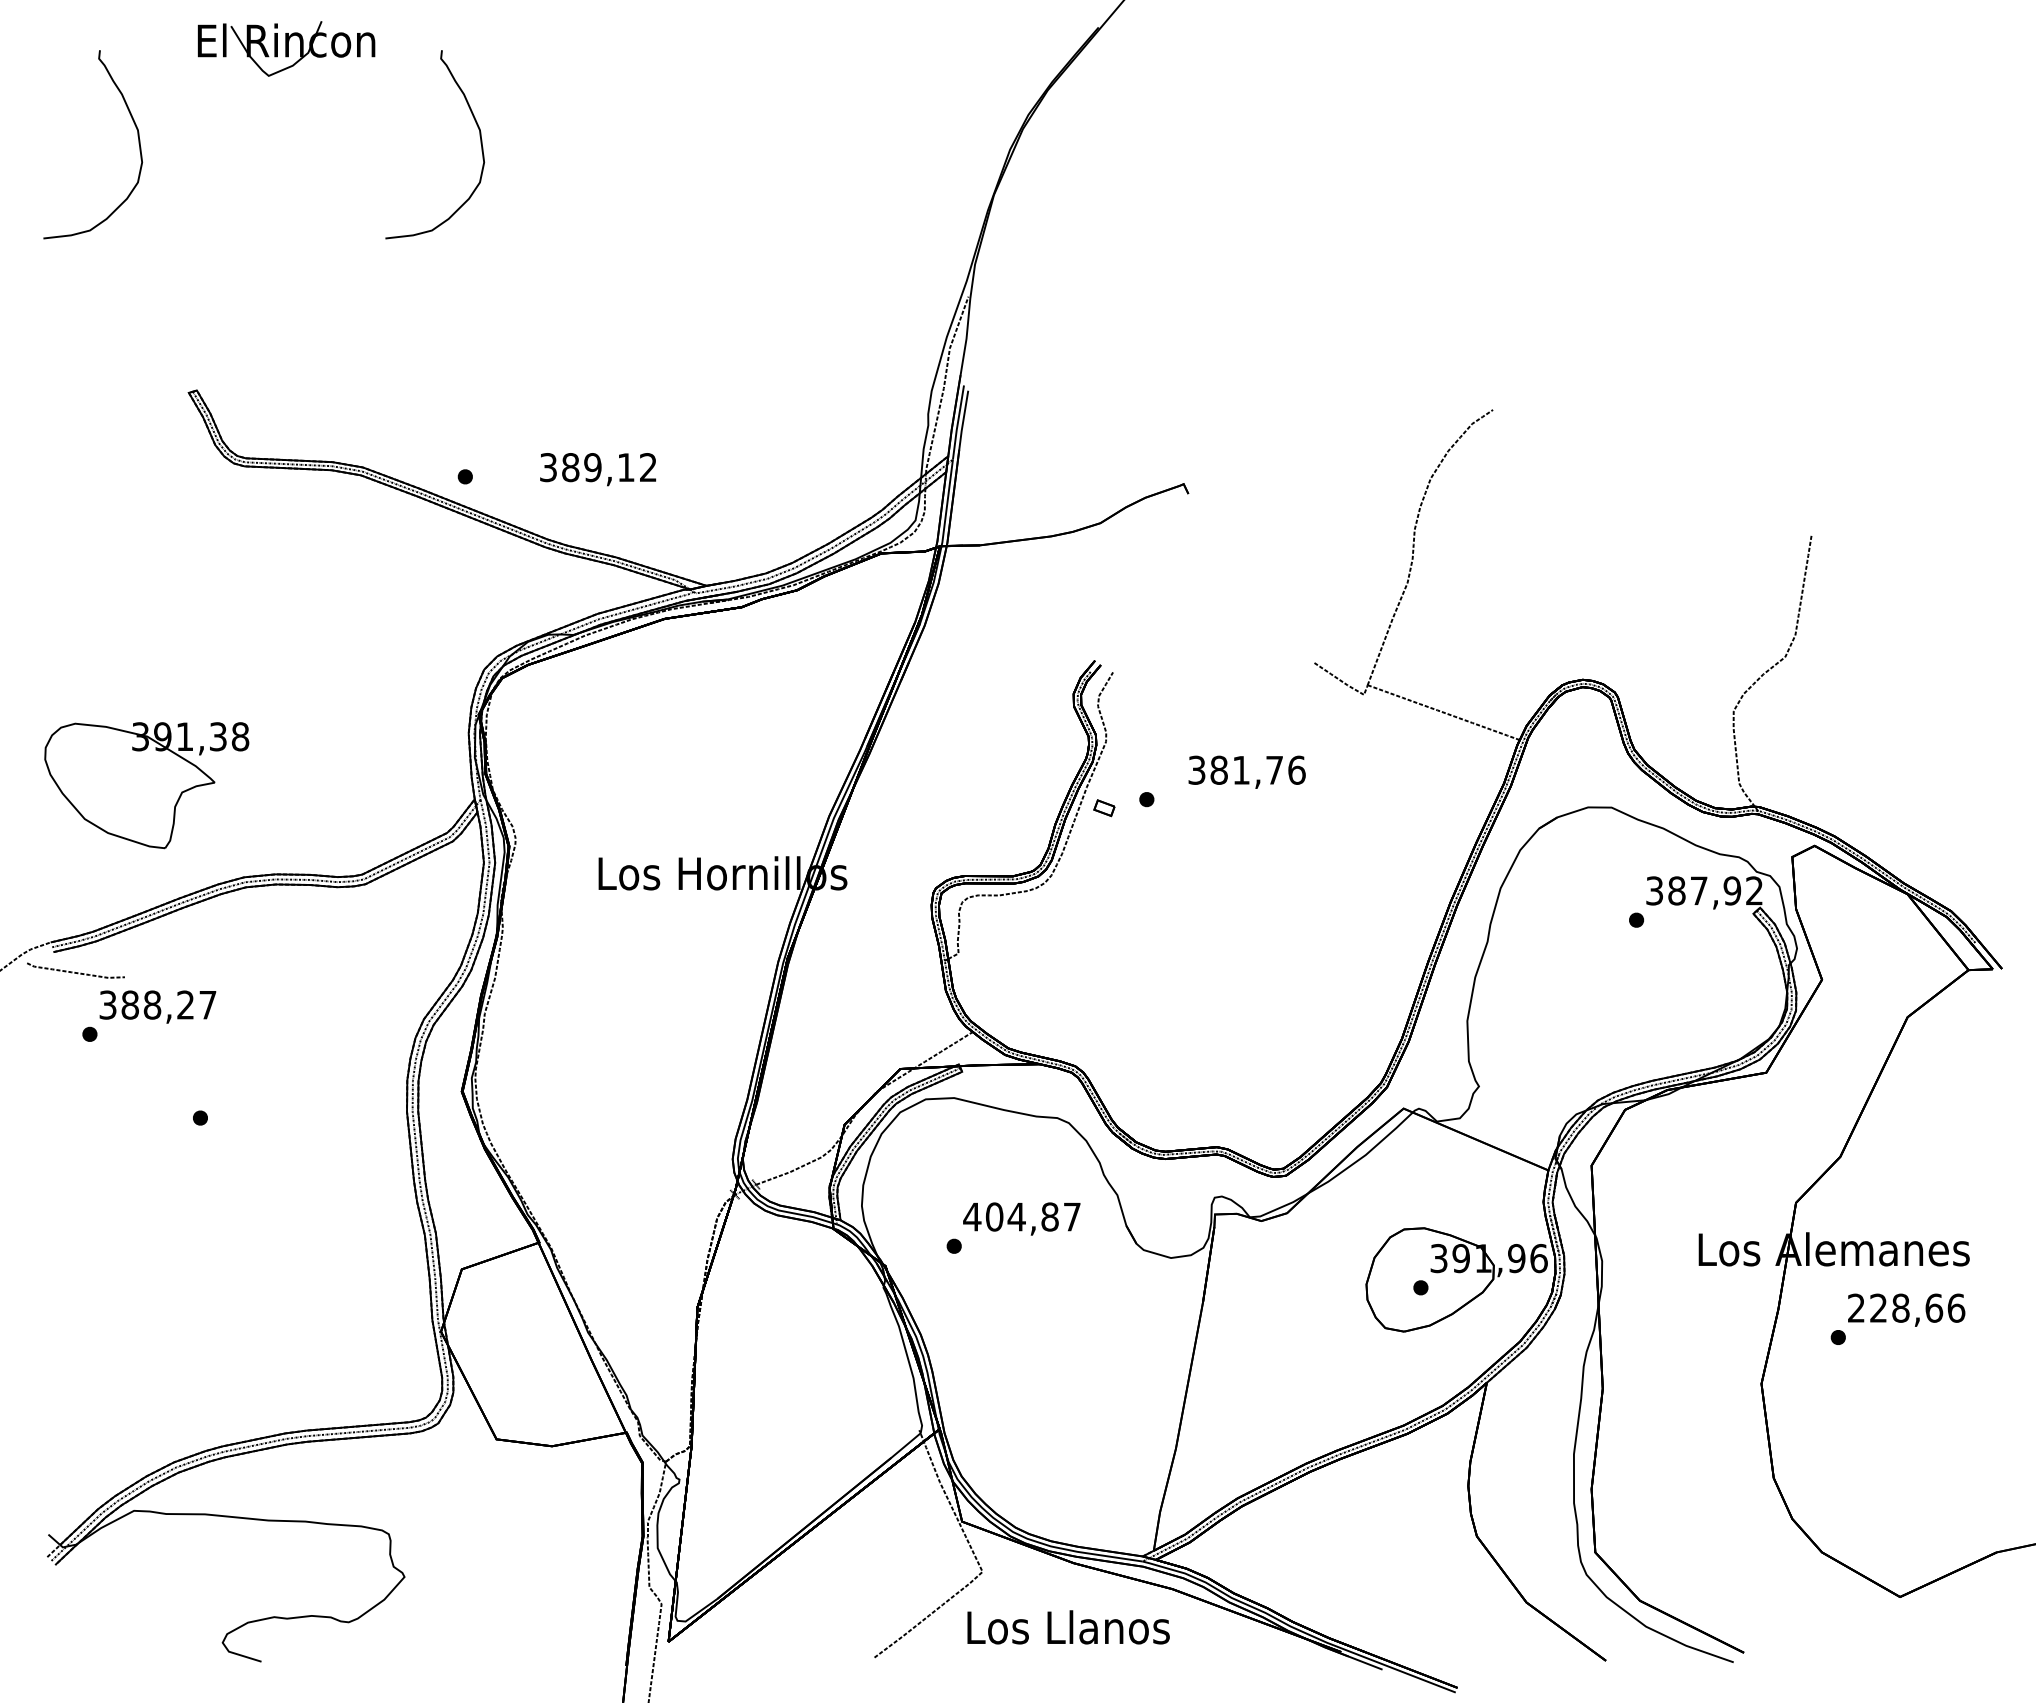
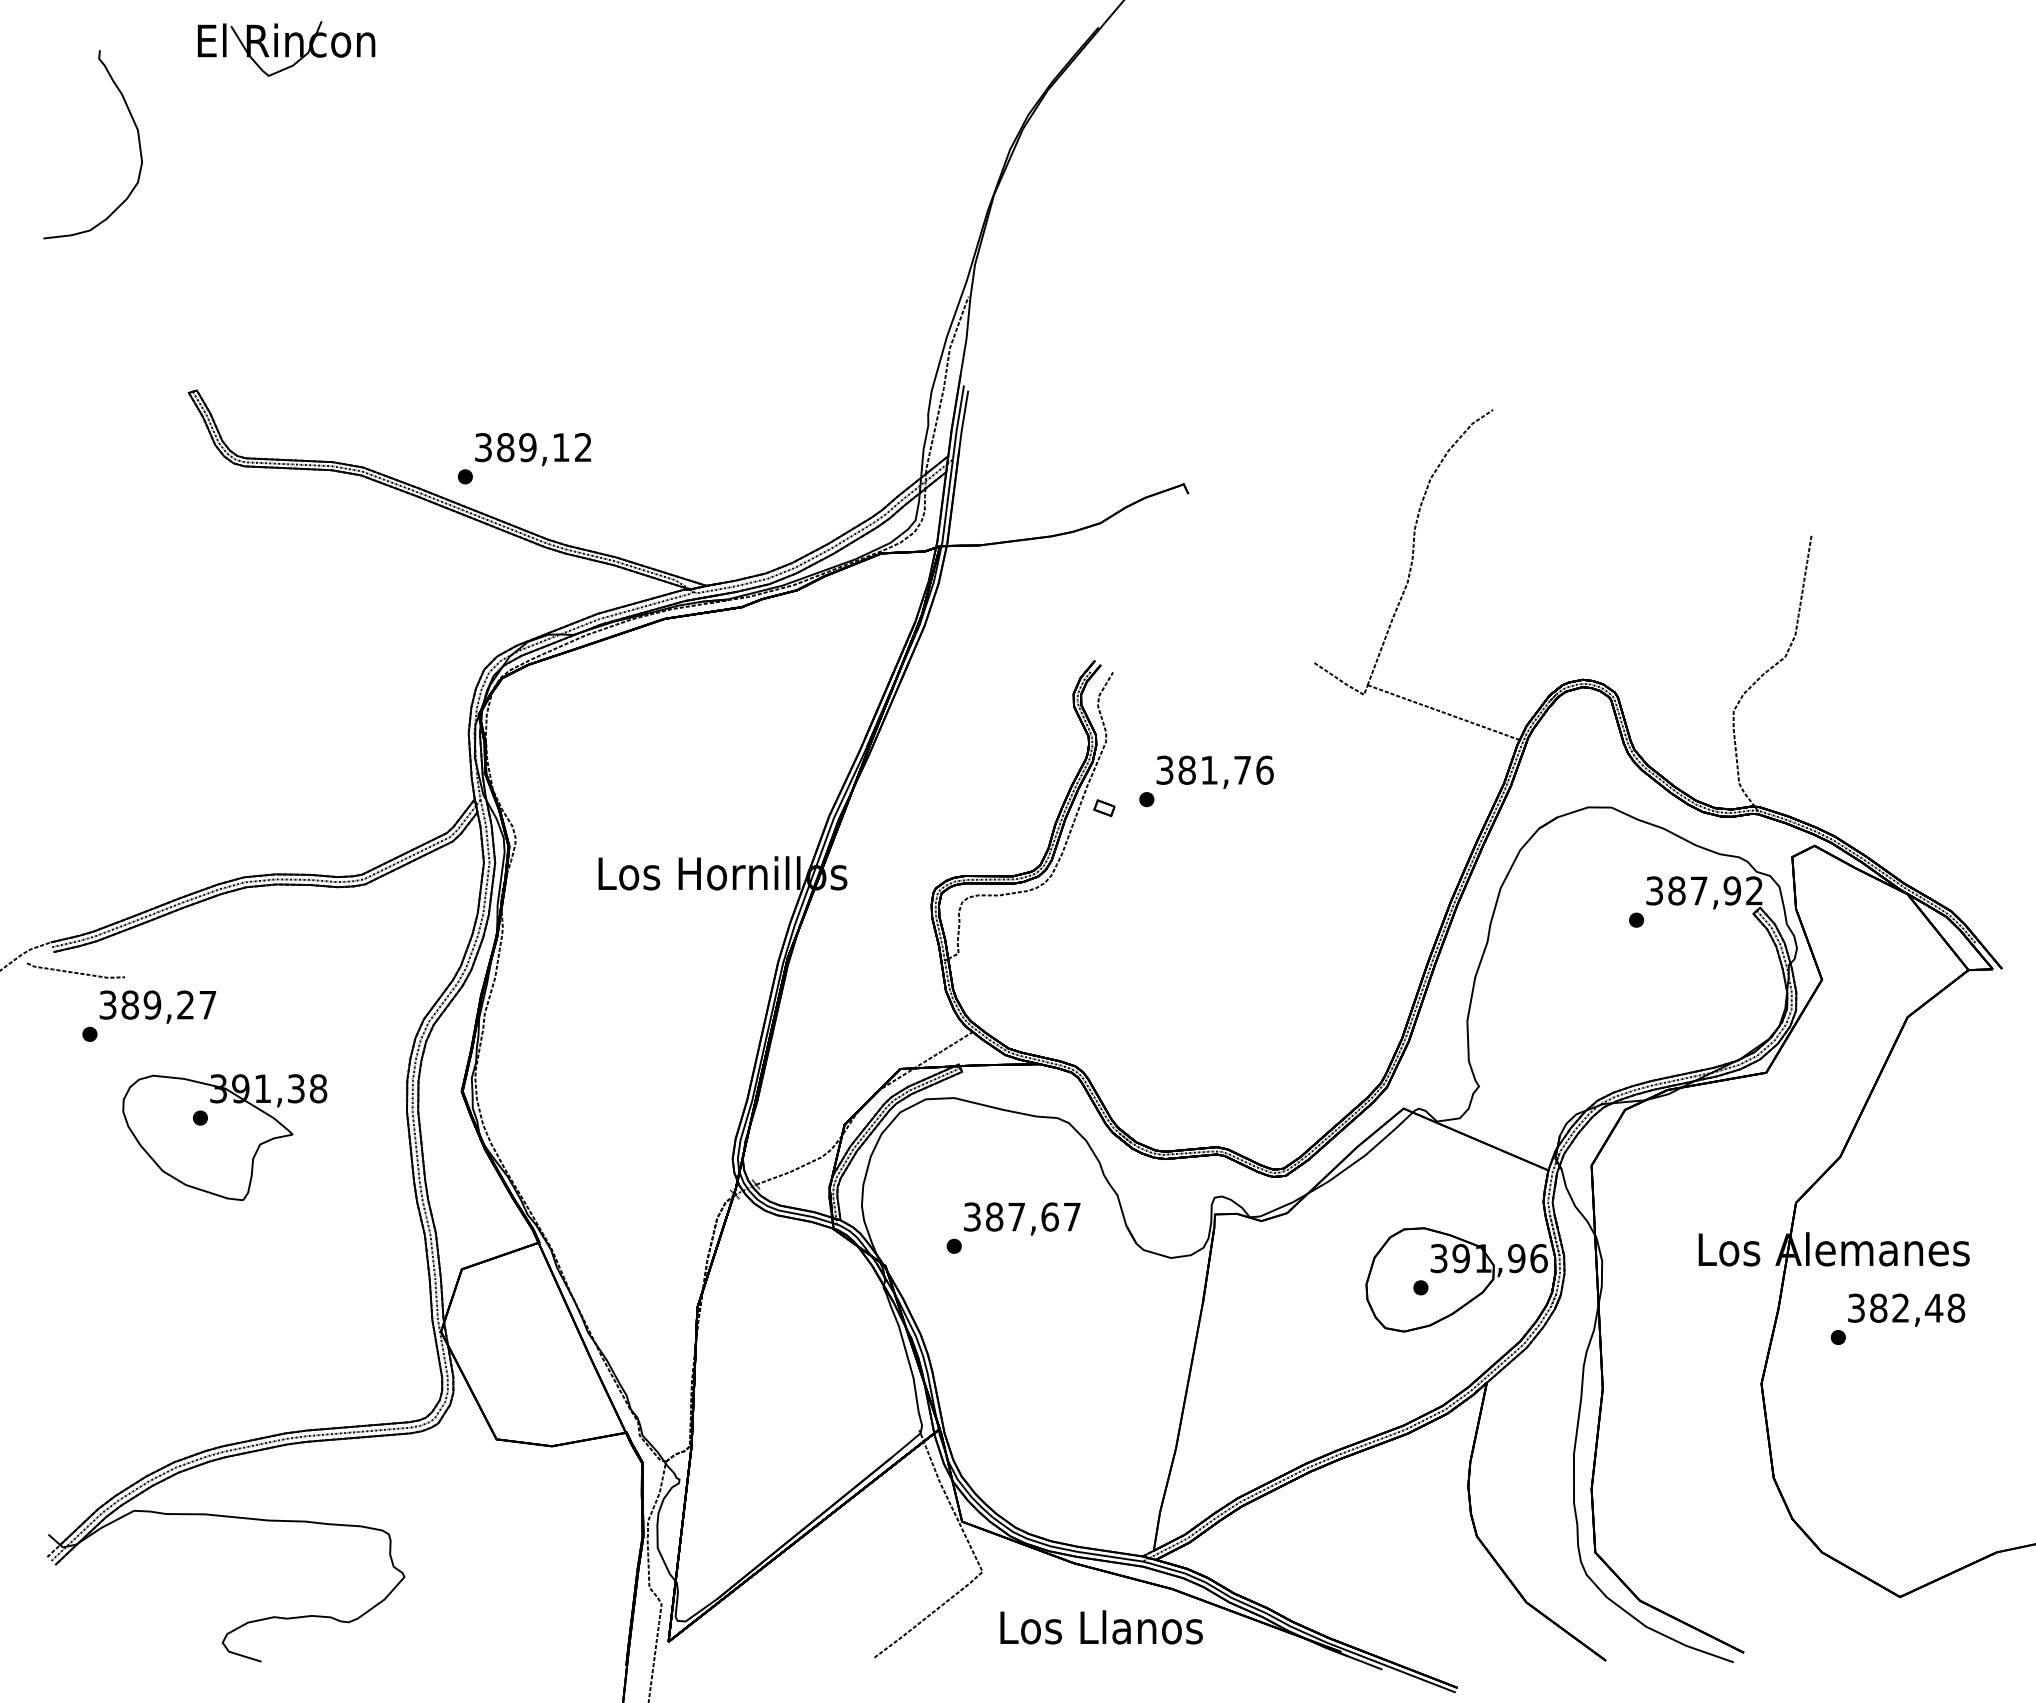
curve at (479, 136): present -> none
text at (598, 469) position: (598, 469) -> (533, 449)
text at (1246, 771) position: (1246, 771) -> (1214, 771)
part at (146, 785) position: (146, 785) -> (224, 1137)
text at (152, 1004): 388,27 -> 389,27
text at (1010, 1216): 404,87 -> 387,67
text at (1906, 1307): 228,66 -> 382,48
text at (1068, 1627) position: (1068, 1627) -> (1101, 1627)
